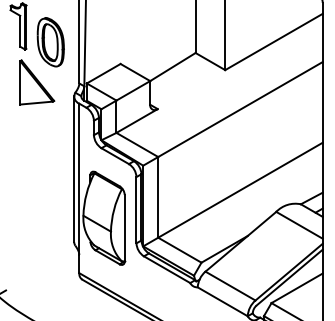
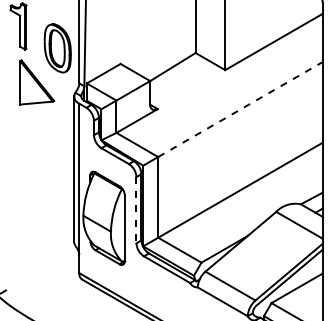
part at (50, 42) position: (50, 42) -> (57, 48)
line at (240, 109): solid -> dashed
line at (136, 210): solid -> dashed
